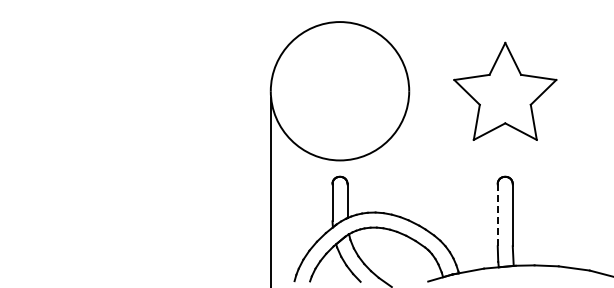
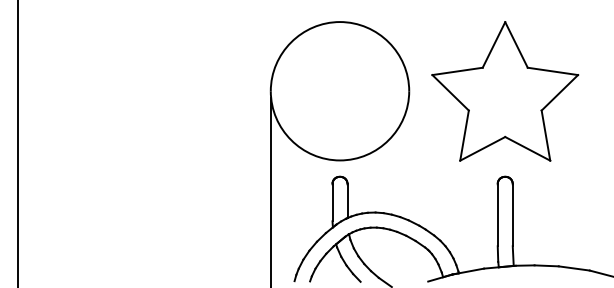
part at (505, 90) size: 105x100 px -> 149x141 px
line at (18, 143): none -> present
line at (497, 215): dashed -> solid
